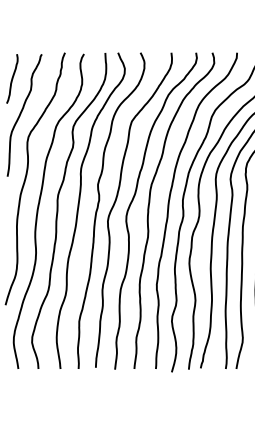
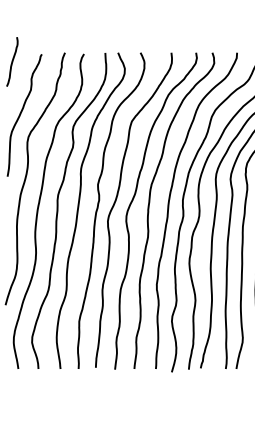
curve at (12, 78) position: (12, 78) -> (12, 61)
